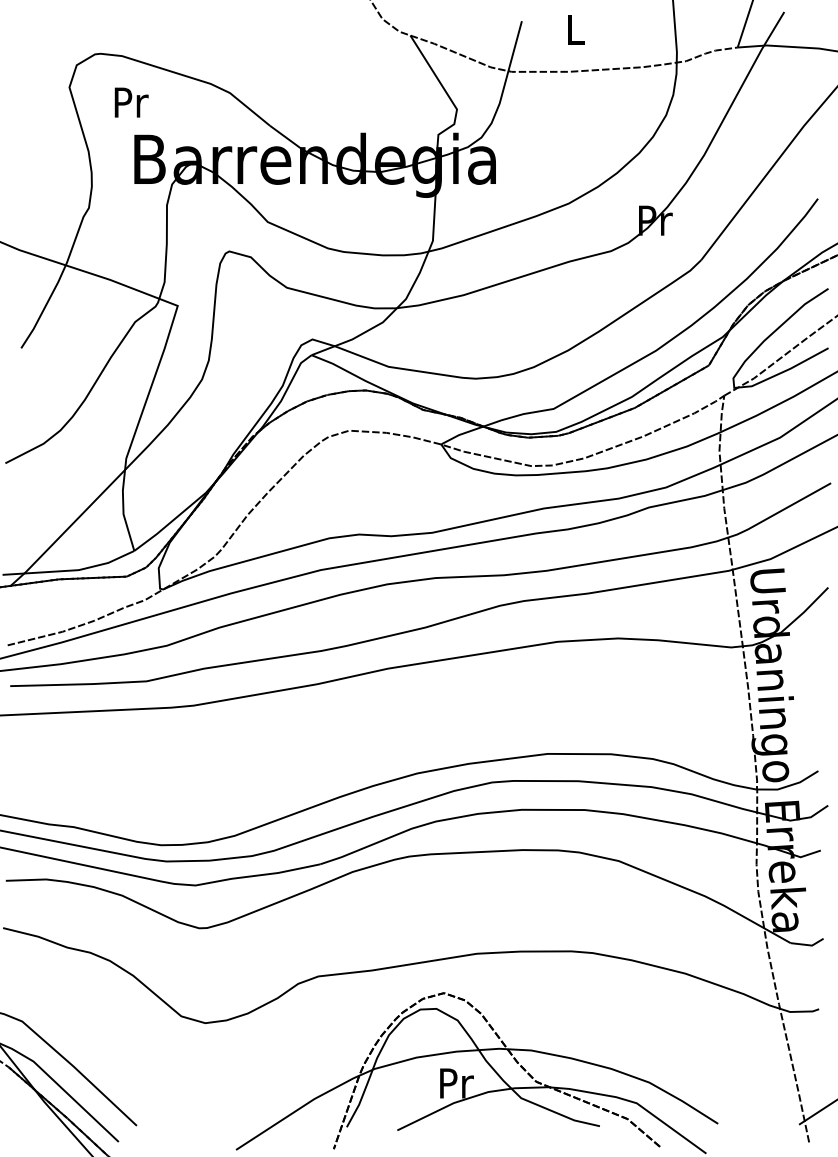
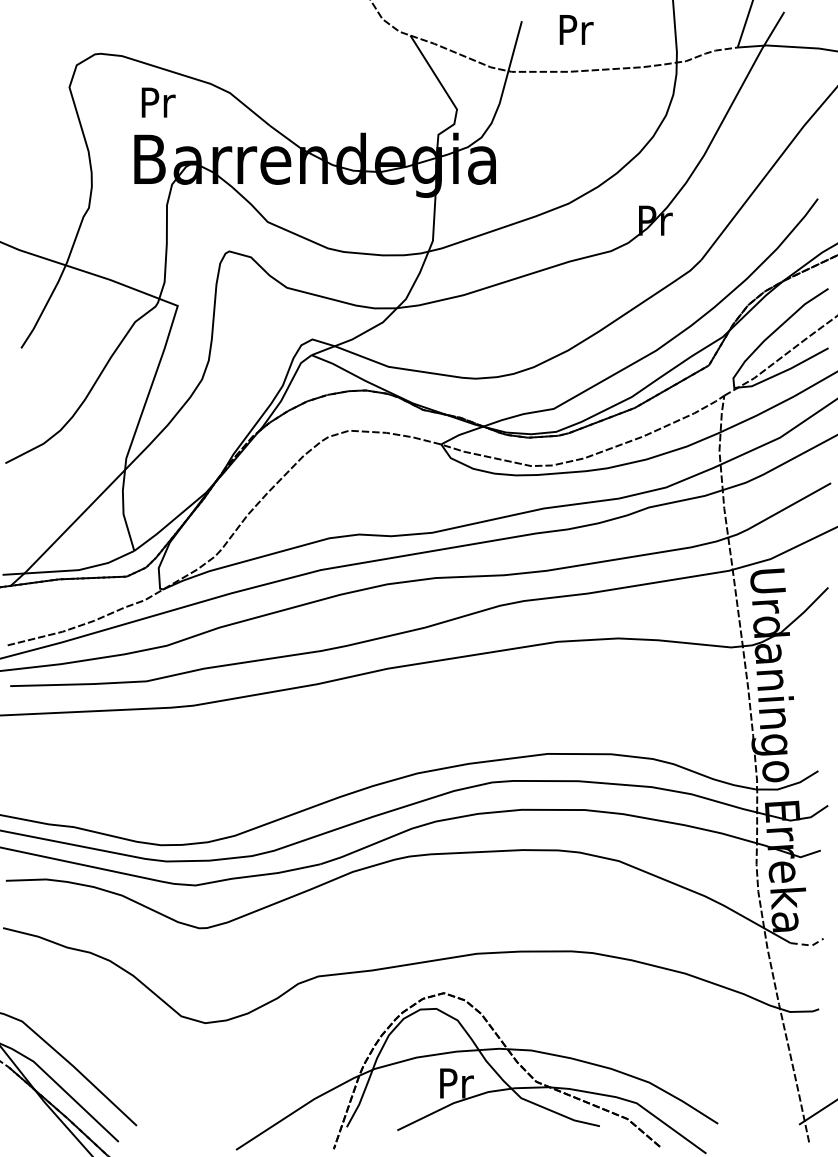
text at (576, 29): L -> Pr
text at (131, 102) position: (131, 102) -> (158, 102)
line at (809, 945): solid -> dashed
